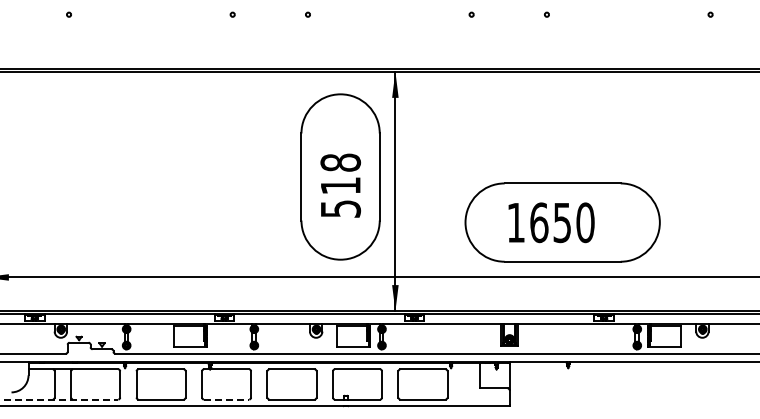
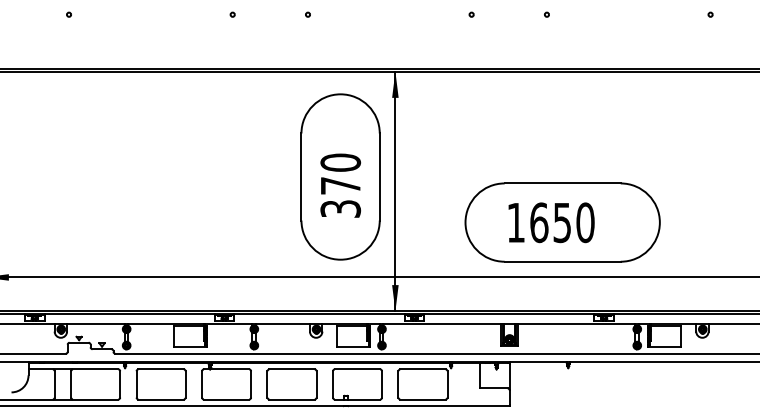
text at (340, 185): 518 -> 370
line at (59, 399): dashed -> solid
line at (226, 399): dashed -> solid
